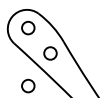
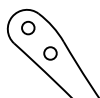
circle at (28, 85): present -> none
